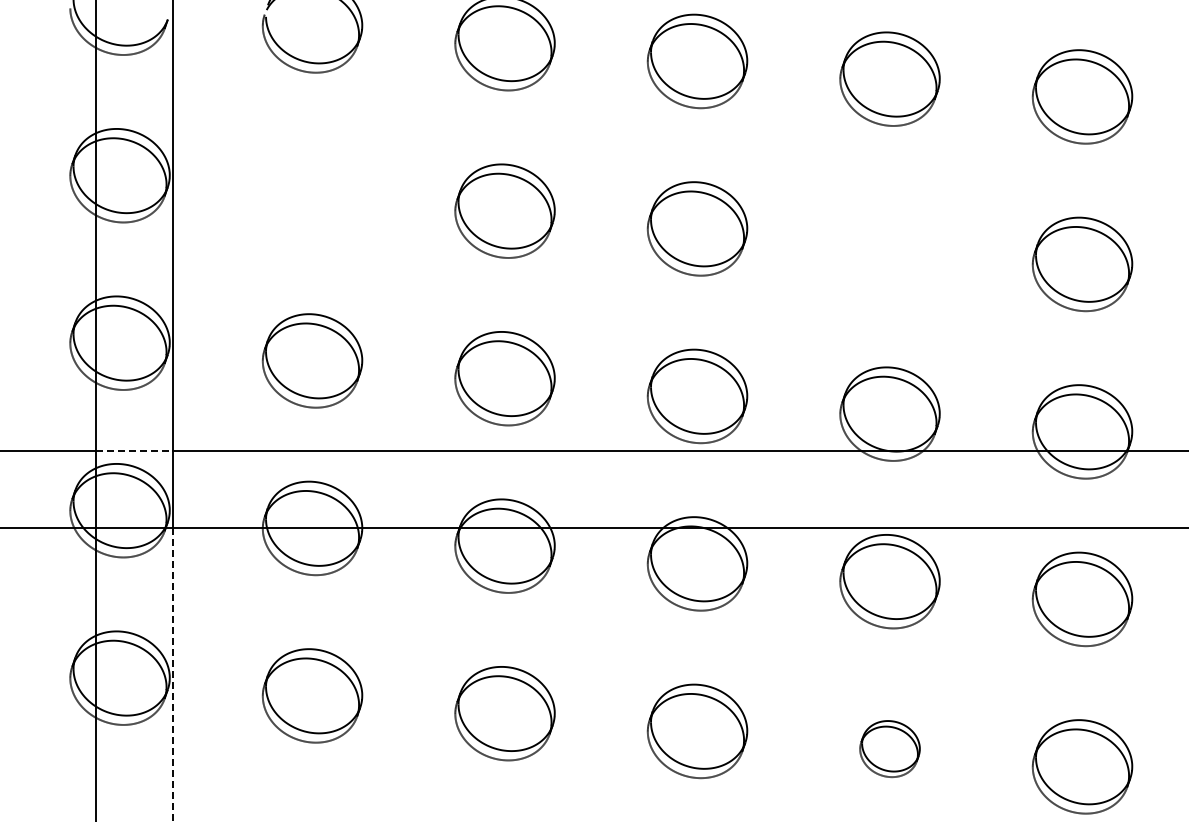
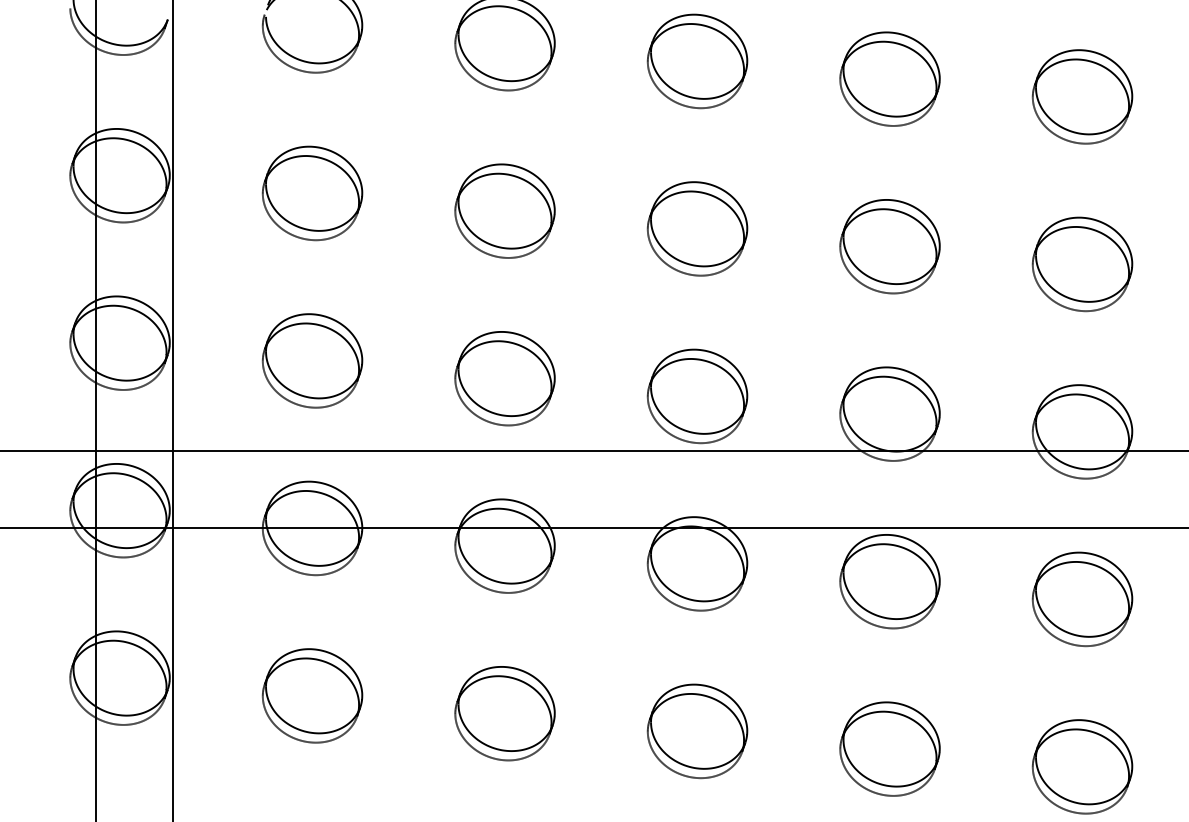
part at (312, 193): none -> present
part at (889, 246): none -> present
line at (134, 451): dashed -> solid
line at (172, 674): dashed -> solid
part at (889, 749) size: 62x59 px -> 102x96 px
